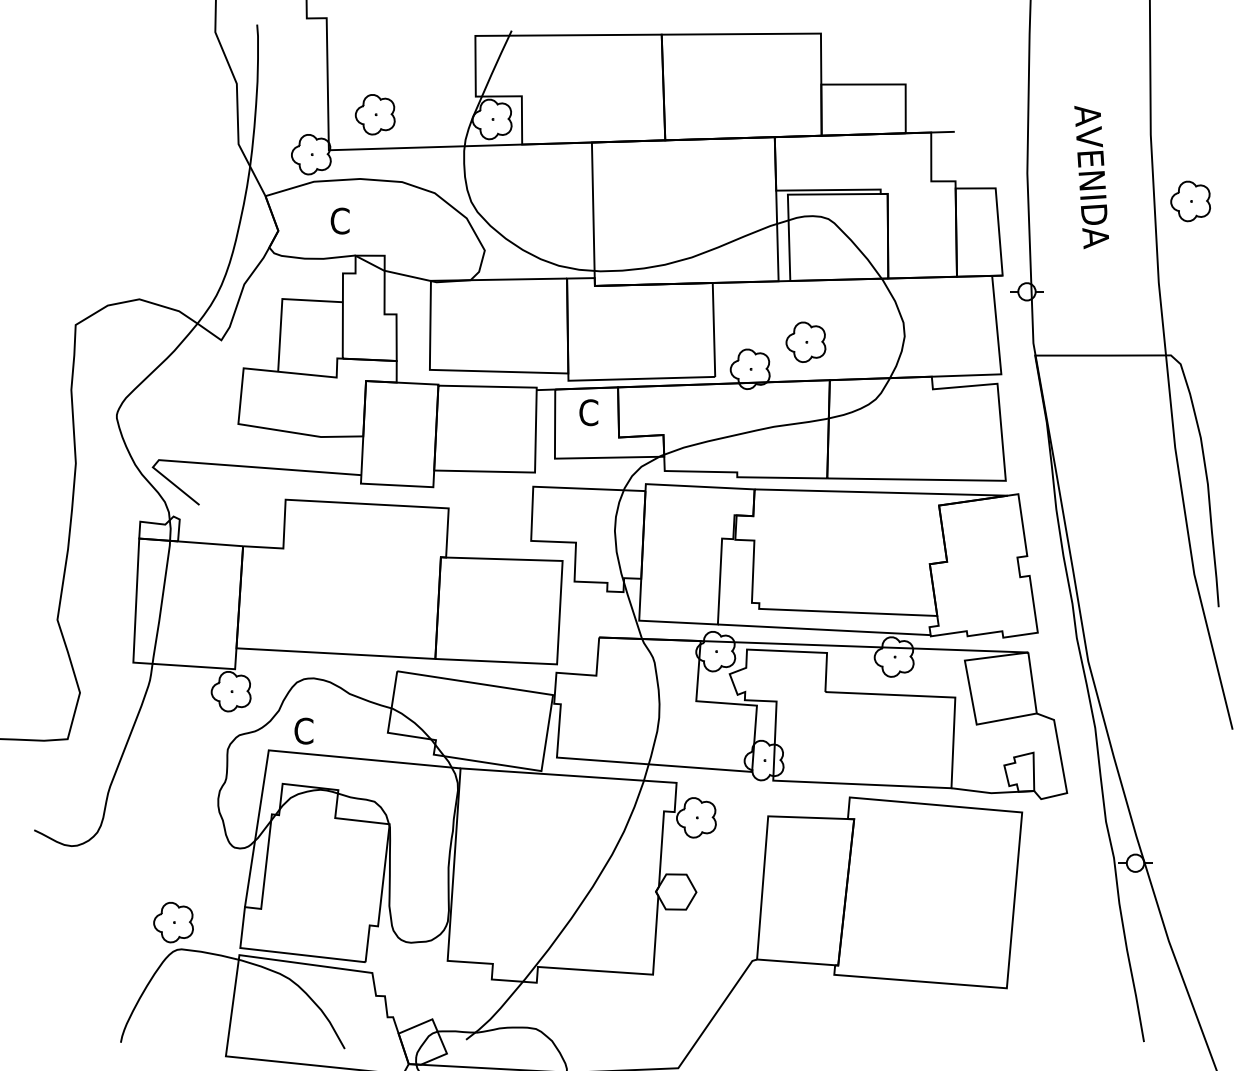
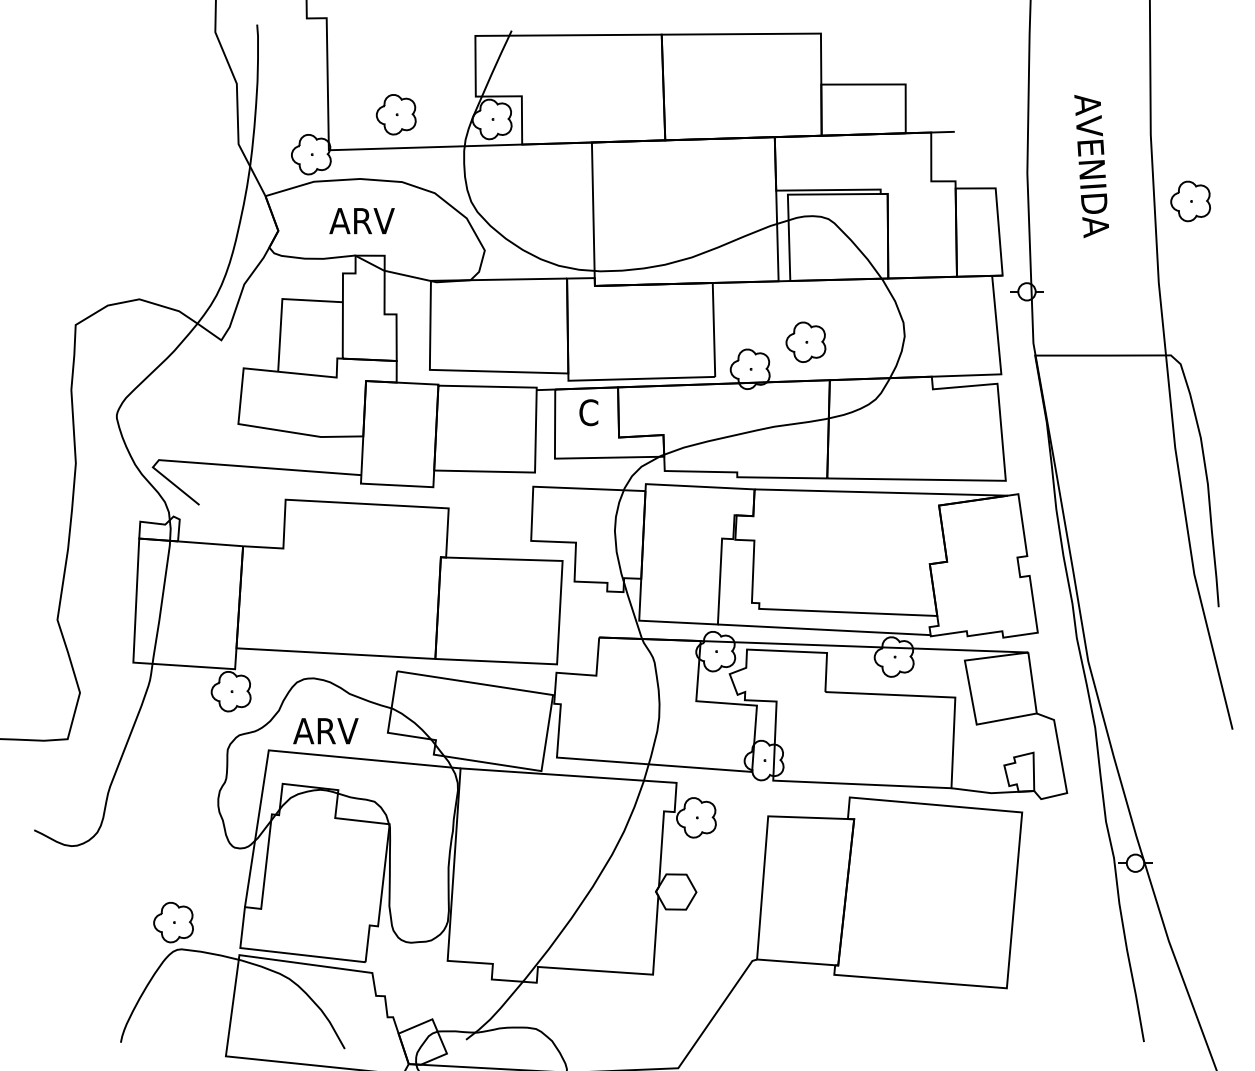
part at (374, 114) position: (374, 114) -> (395, 114)
text at (1091, 177) position: (1091, 177) -> (1091, 166)
text at (361, 220): C -> ARV
text at (325, 730): C -> ARV
